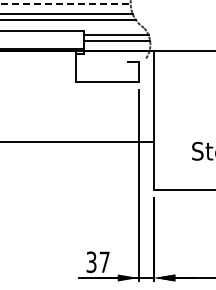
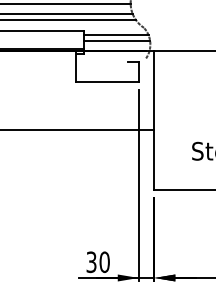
line at (65, 3): dashed -> solid
line at (78, 141) position: (78, 141) -> (78, 129)
text at (104, 262): 37 -> 30
